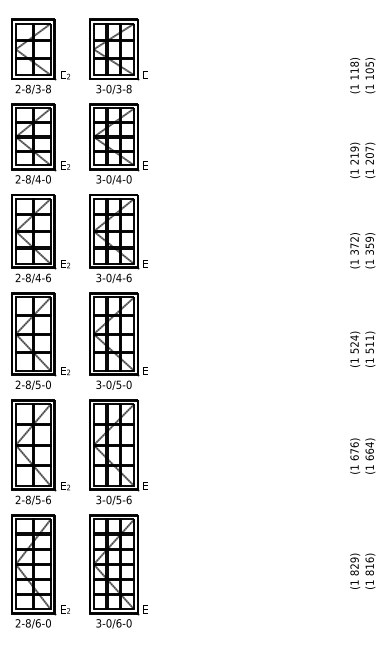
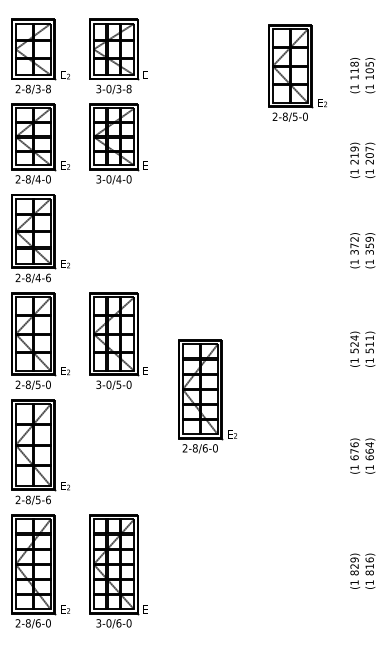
part at (297, 72): none -> present
part at (118, 238): present -> none
part at (207, 396): none -> present
part at (118, 451): present -> none
